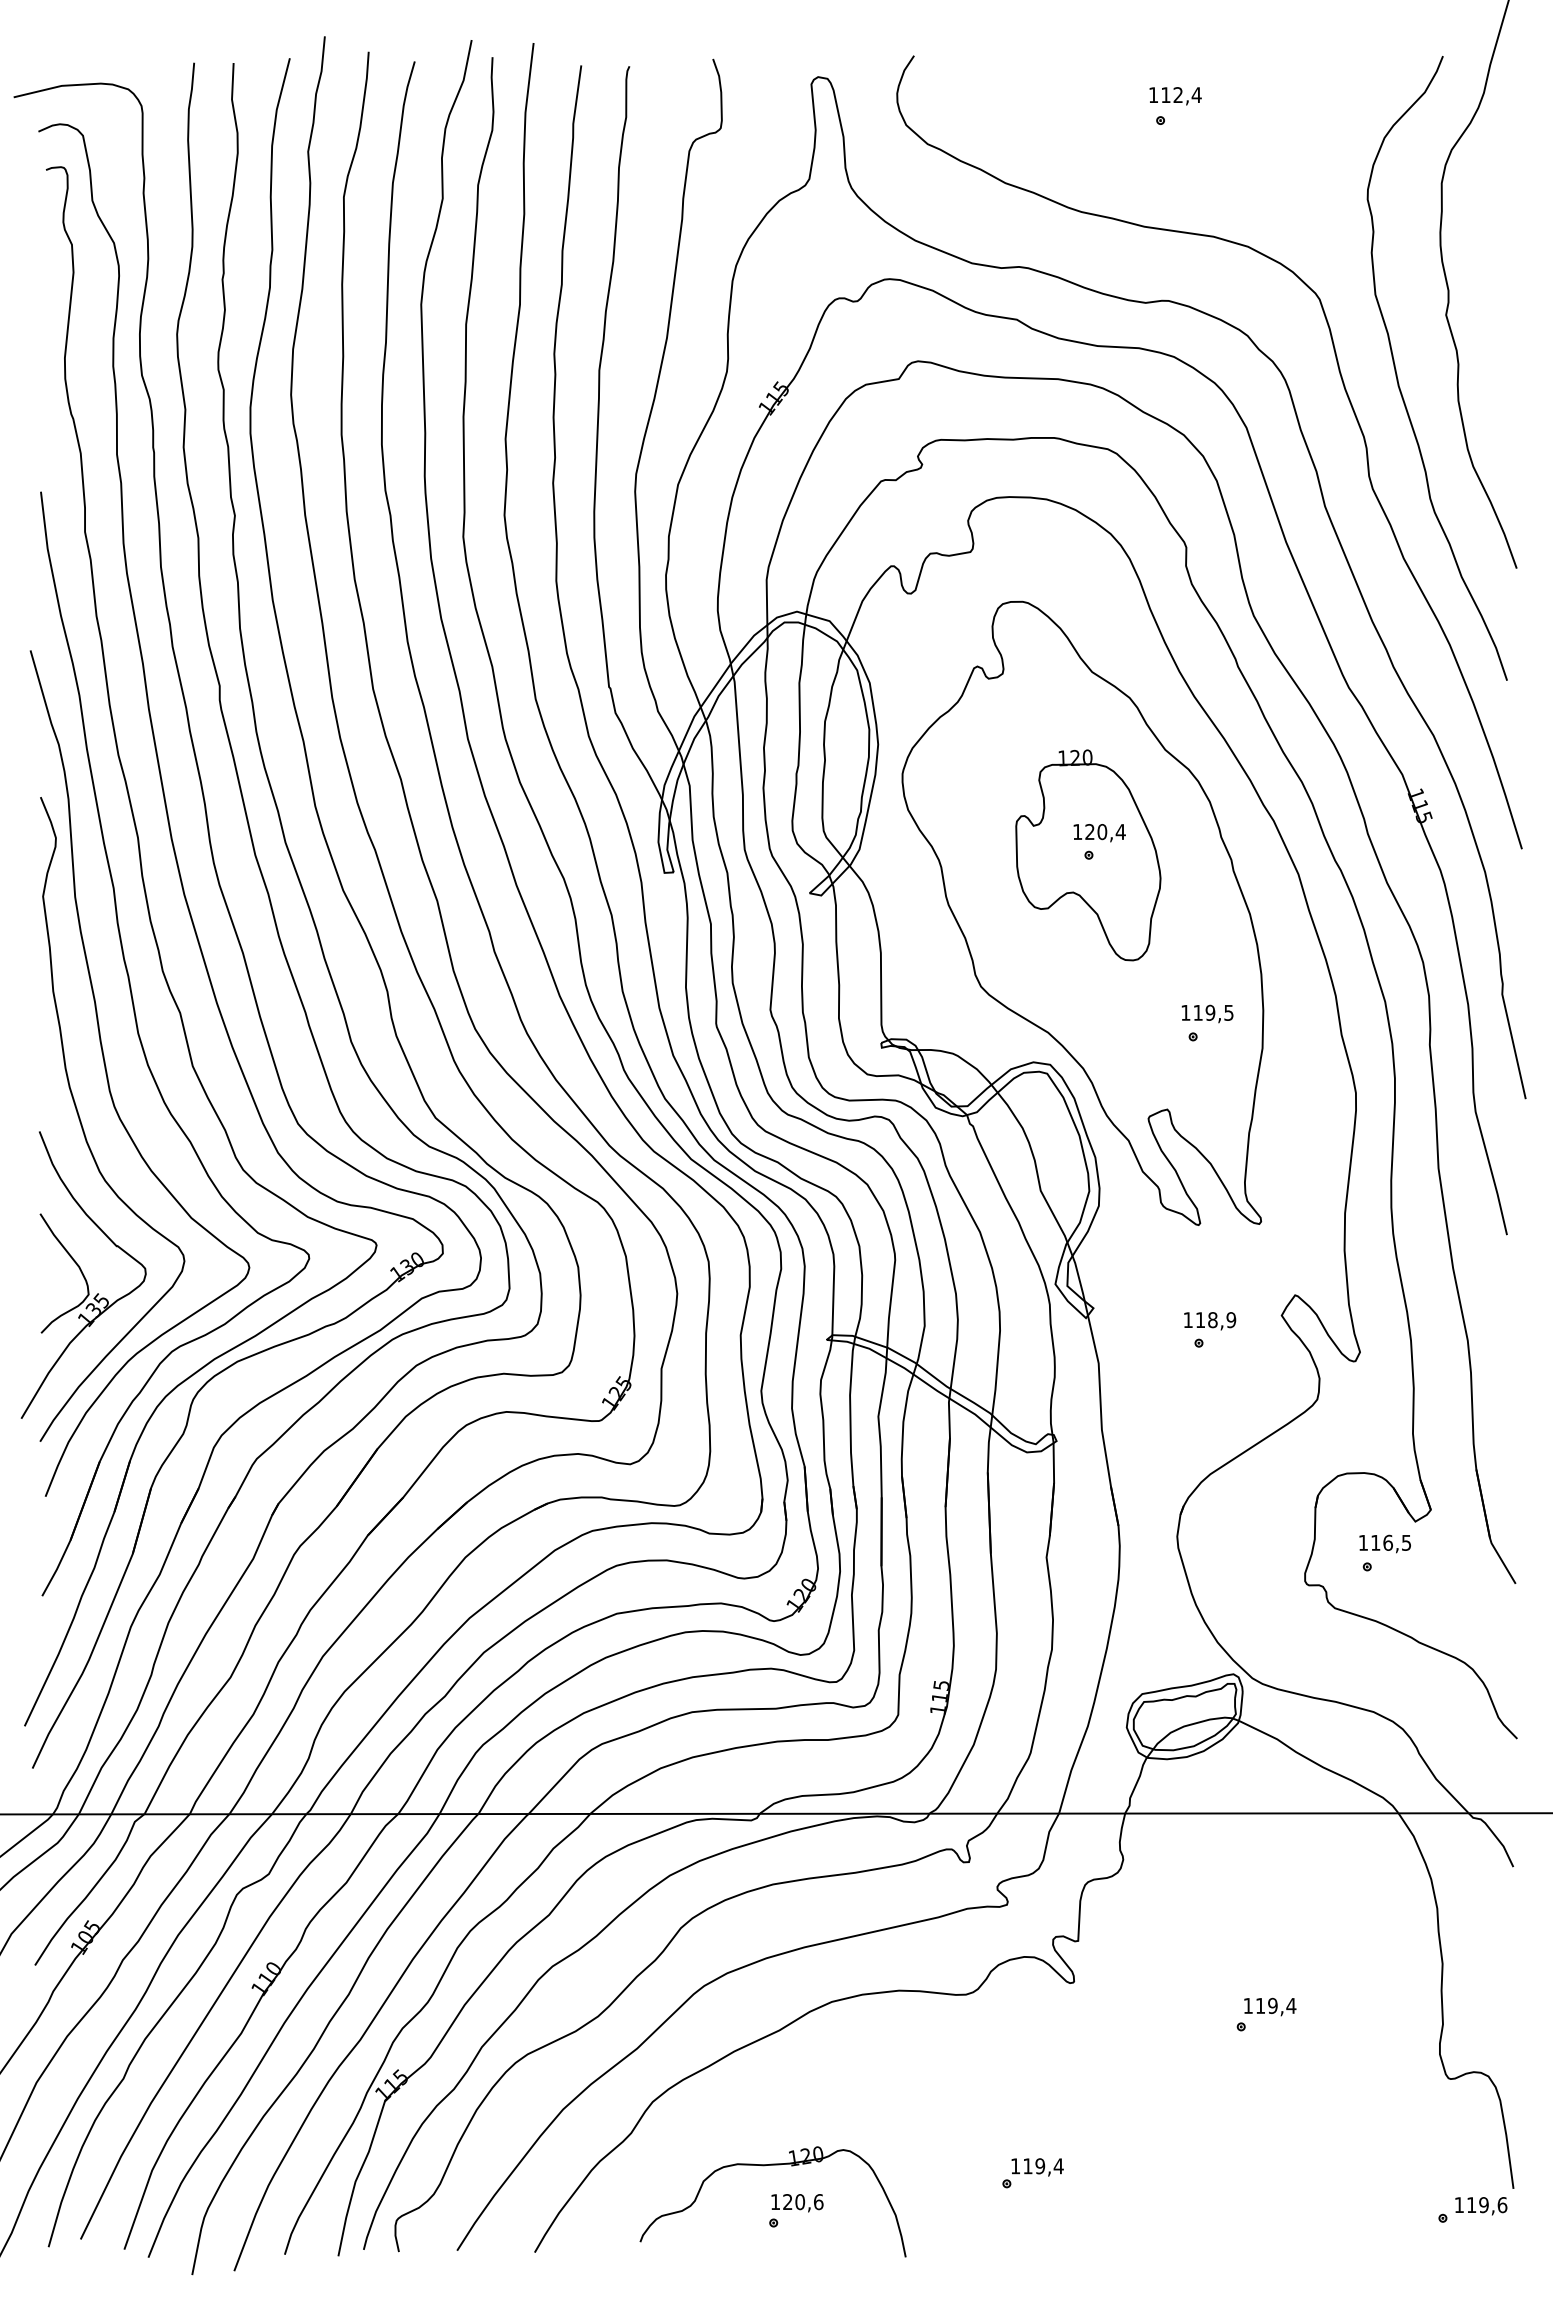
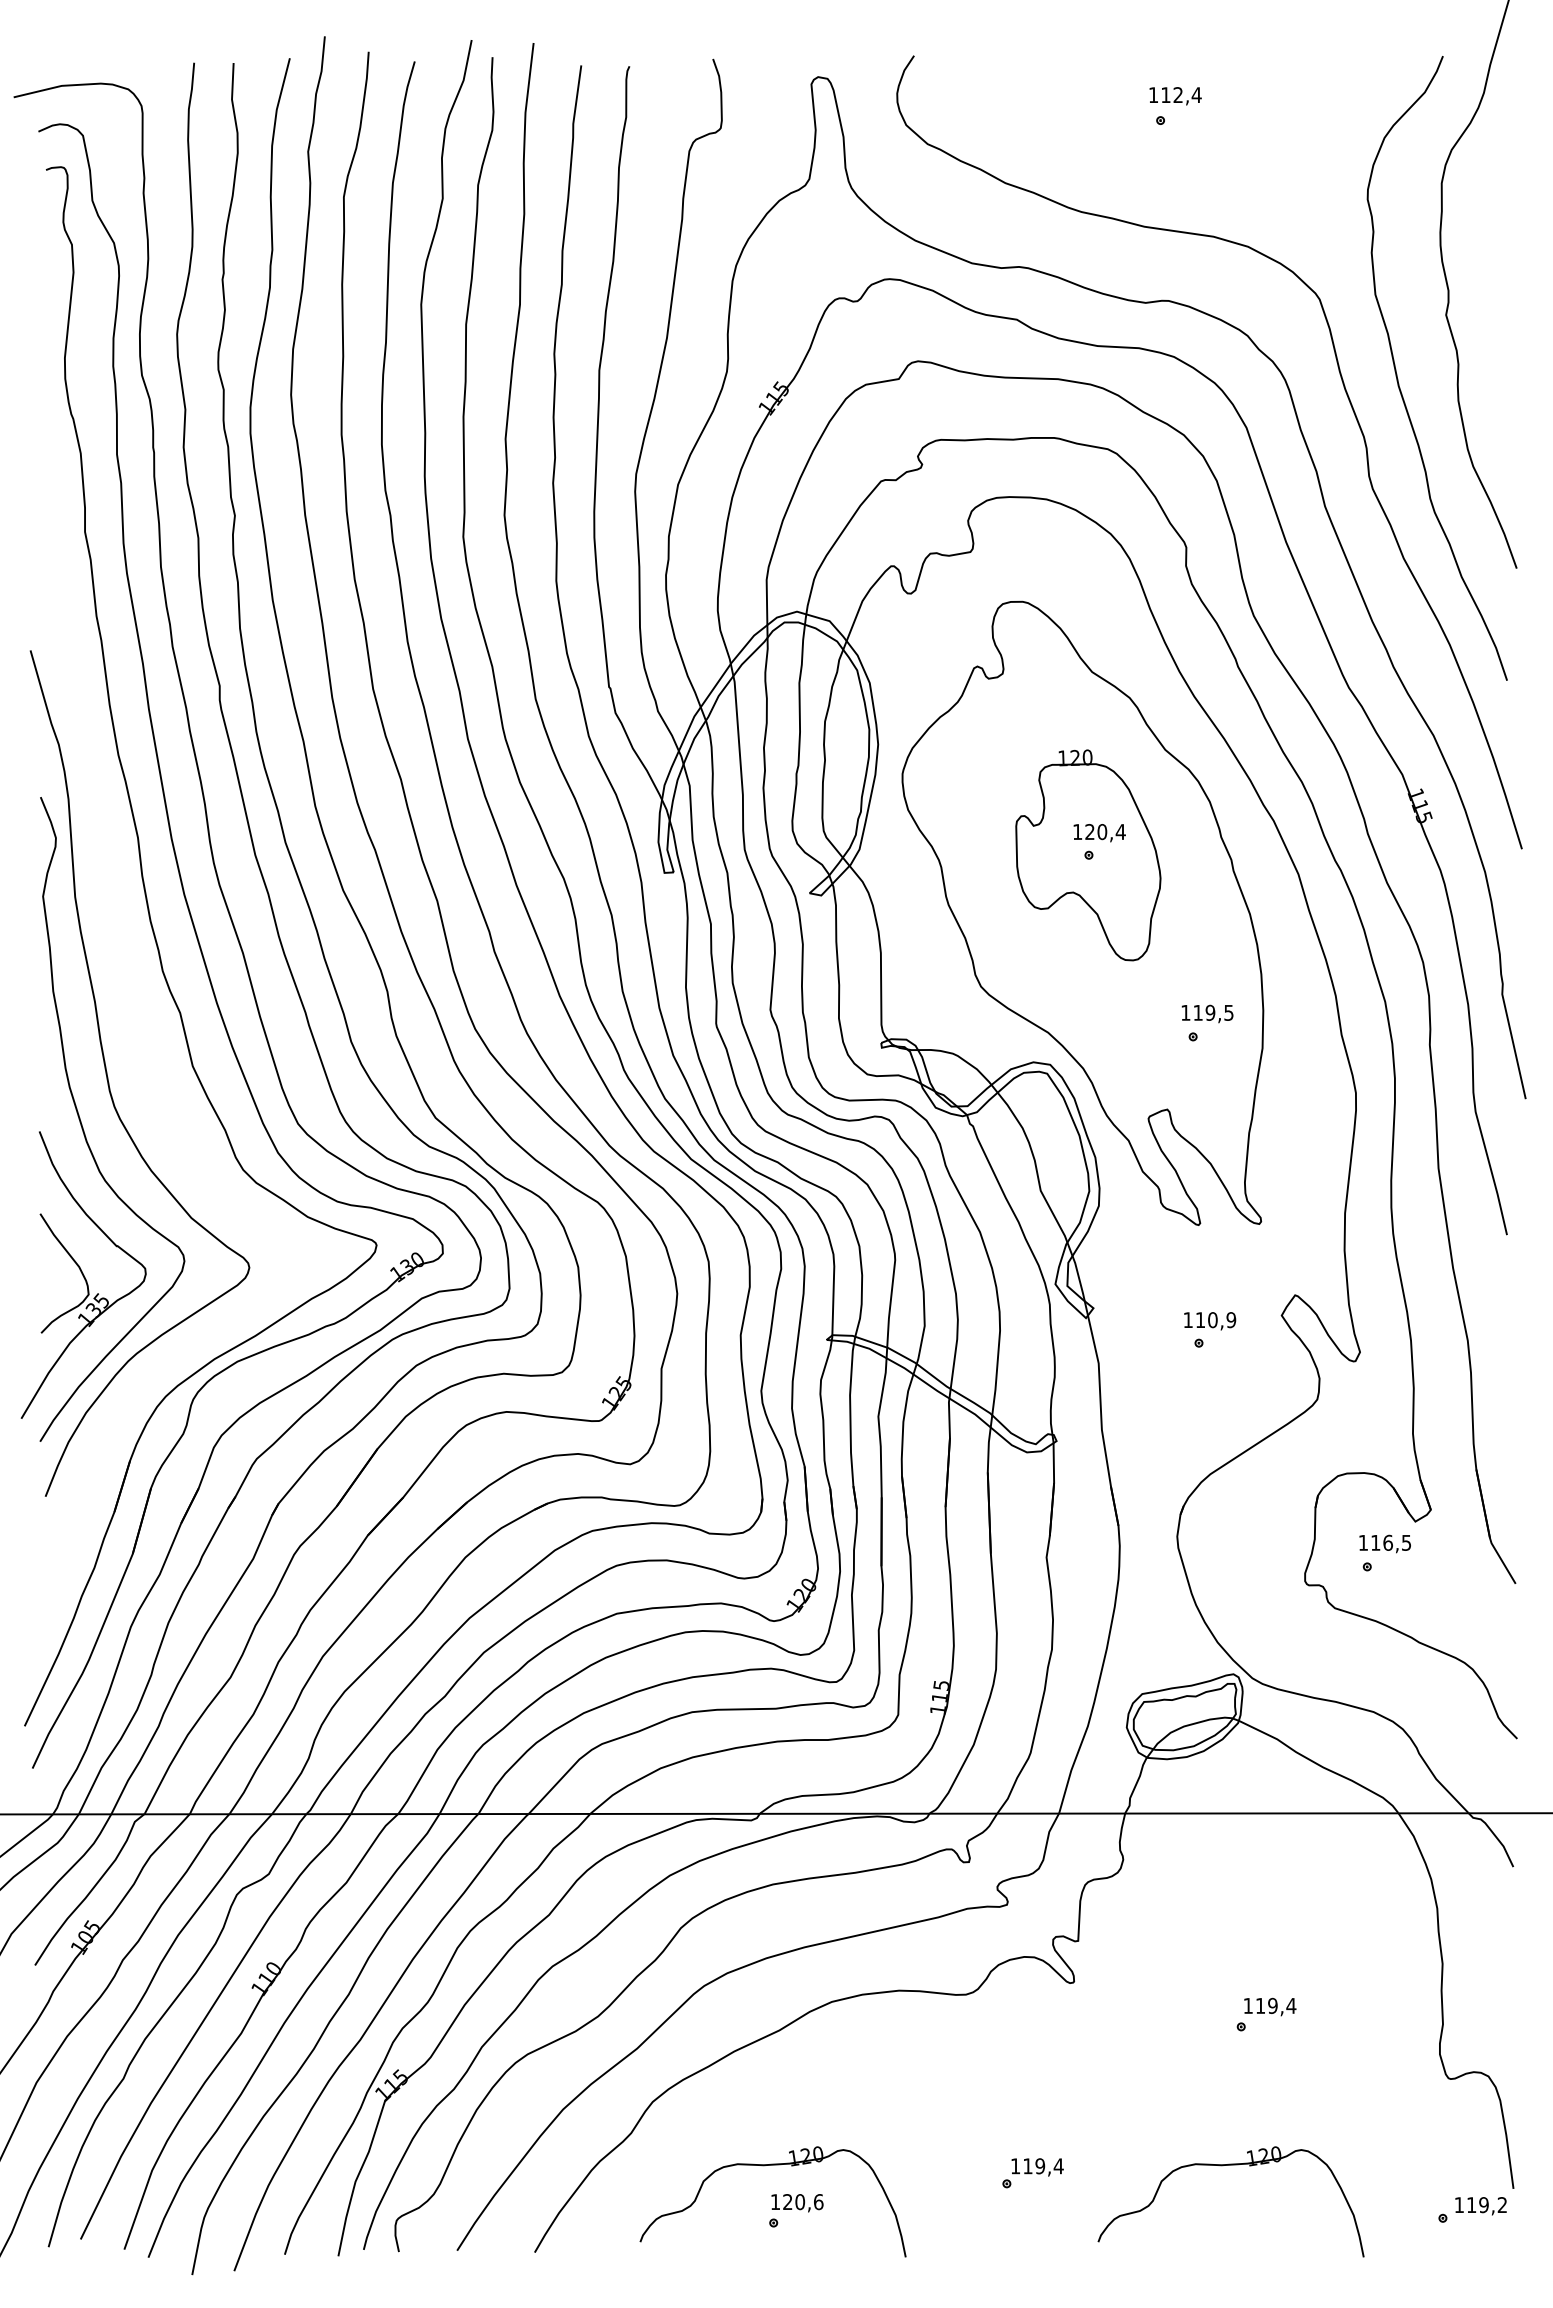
part at (144, 1049): present -> none
text at (1212, 1319): 118,9 -> 110,9
part at (1222, 2166): none -> present
text at (1502, 2205): 119,6 -> 119,2
